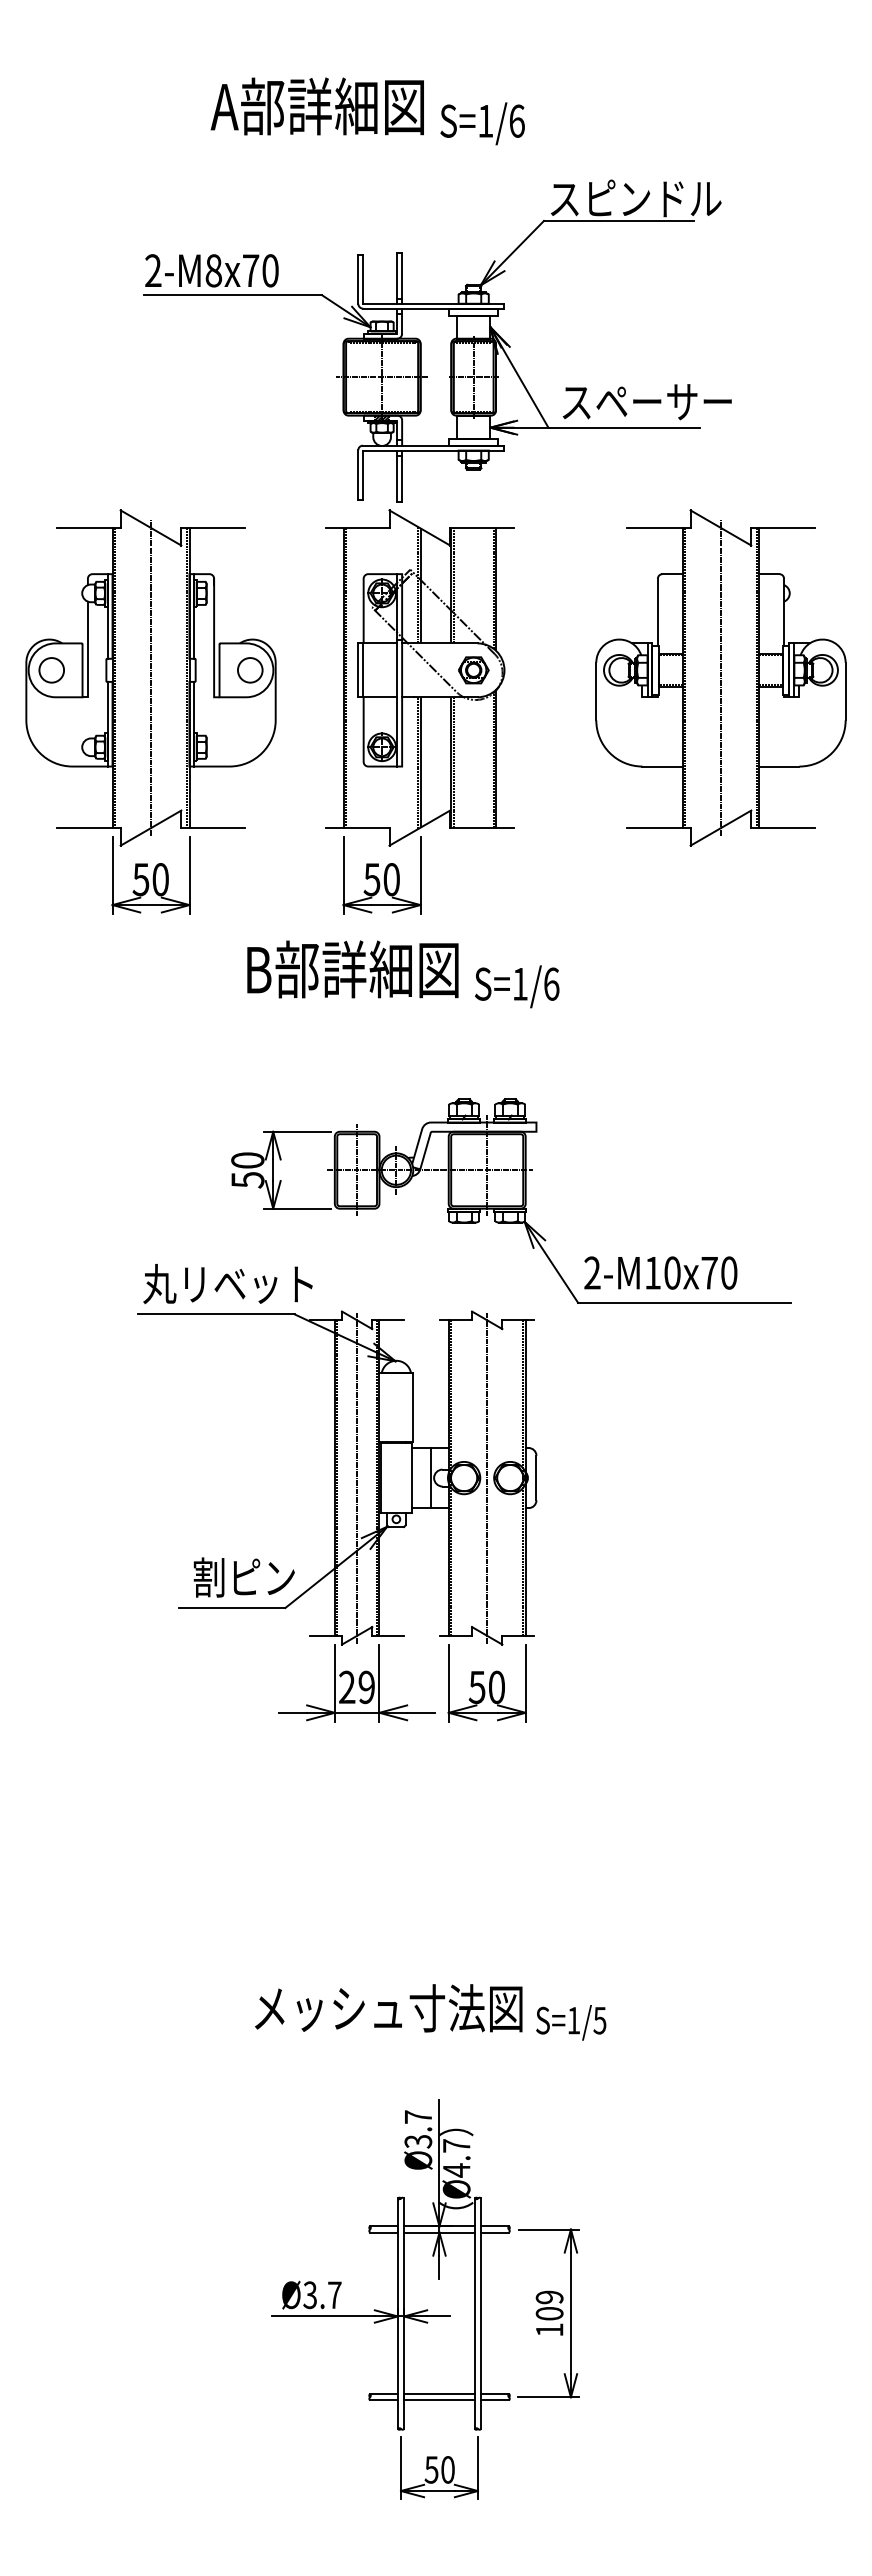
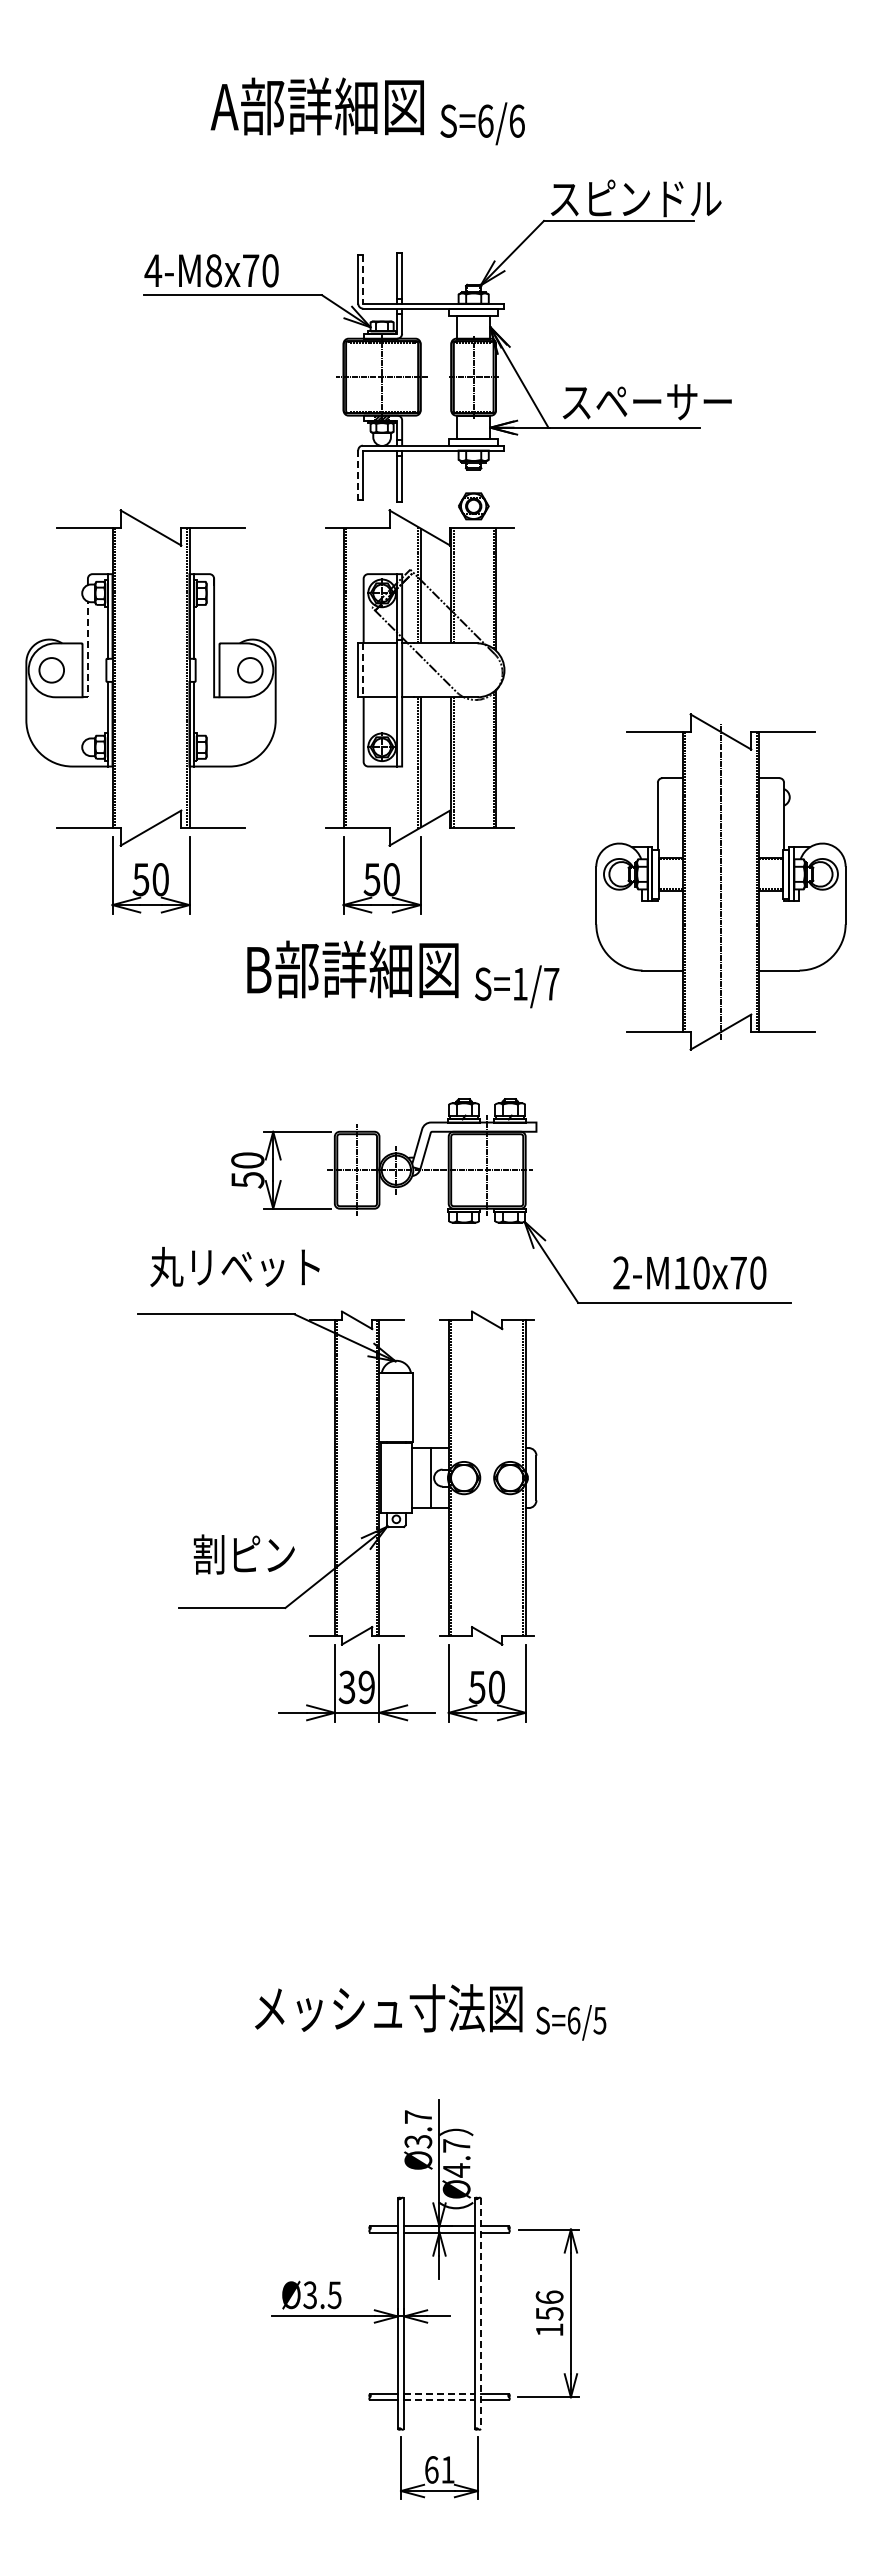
text at (485, 120): S=1/6 -> S=6/6
text at (153, 270): 2-M8x70 -> 4-M8x70
line at (363, 279): solid -> dashed
line at (358, 474): solid -> dashed
line at (87, 652): solid -> dashed
line at (363, 670): solid -> dashed
part at (473, 670) position: (473, 670) -> (473, 506)
line at (151, 677): present -> none
part at (720, 677) position: (720, 677) -> (720, 881)
text at (551, 983): S=1/6 -> S=1/7
text at (660, 1272) position: (660, 1272) -> (689, 1272)
text at (227, 1284) position: (227, 1284) -> (234, 1267)
line at (357, 1477): present -> none
line at (487, 1477): present -> none
text at (243, 1577) position: (243, 1577) -> (243, 1554)
text at (346, 1687): 29 -> 39
text at (574, 2020): S=1/5 -> S=6/5
text at (334, 2295): Ø3.7 -> Ø3.5
text at (549, 2305): 109 -> 156
line at (481, 2314): solid -> dashed
line at (440, 2394): solid -> dashed
line at (440, 2400): solid -> dashed
text at (439, 2469): 50 -> 61
